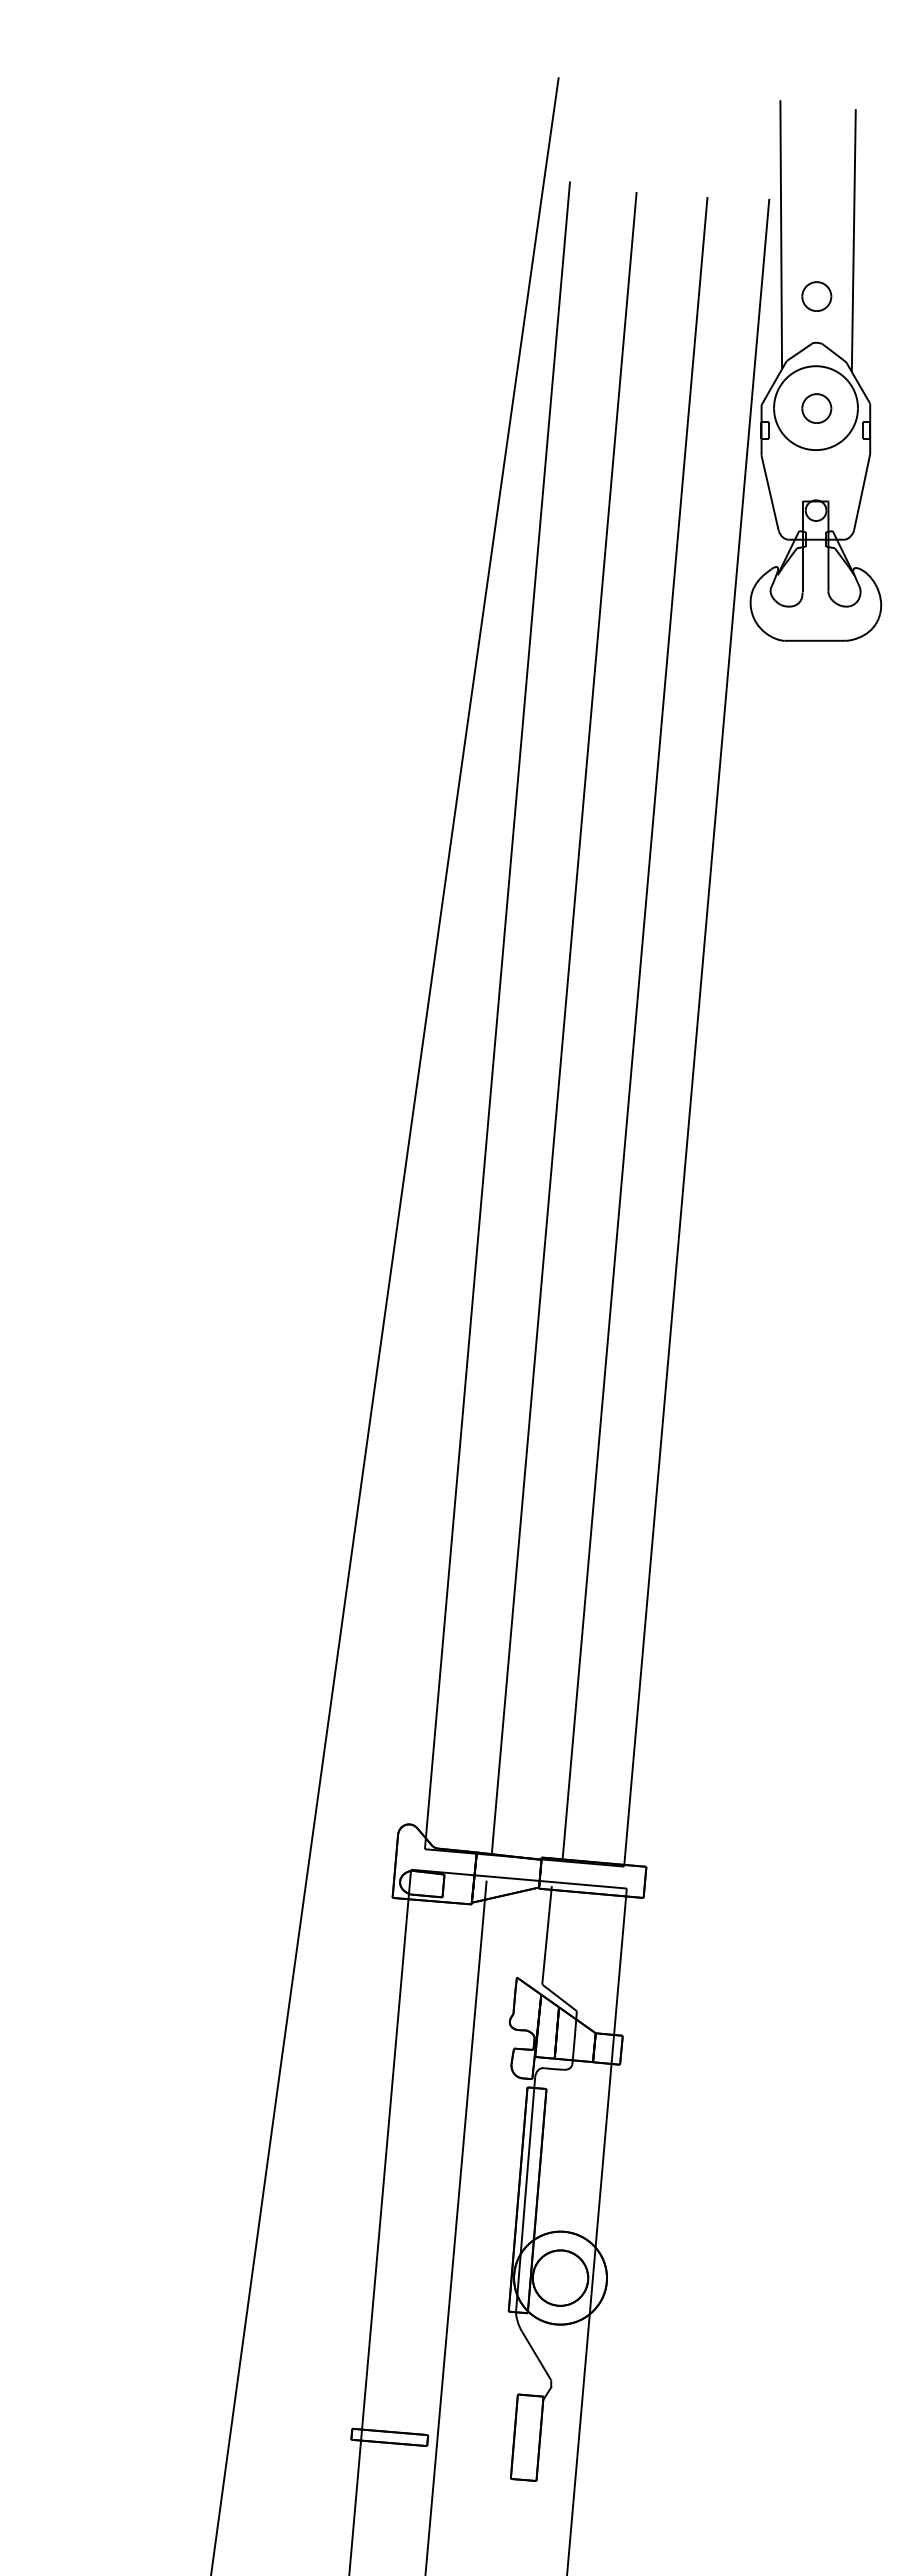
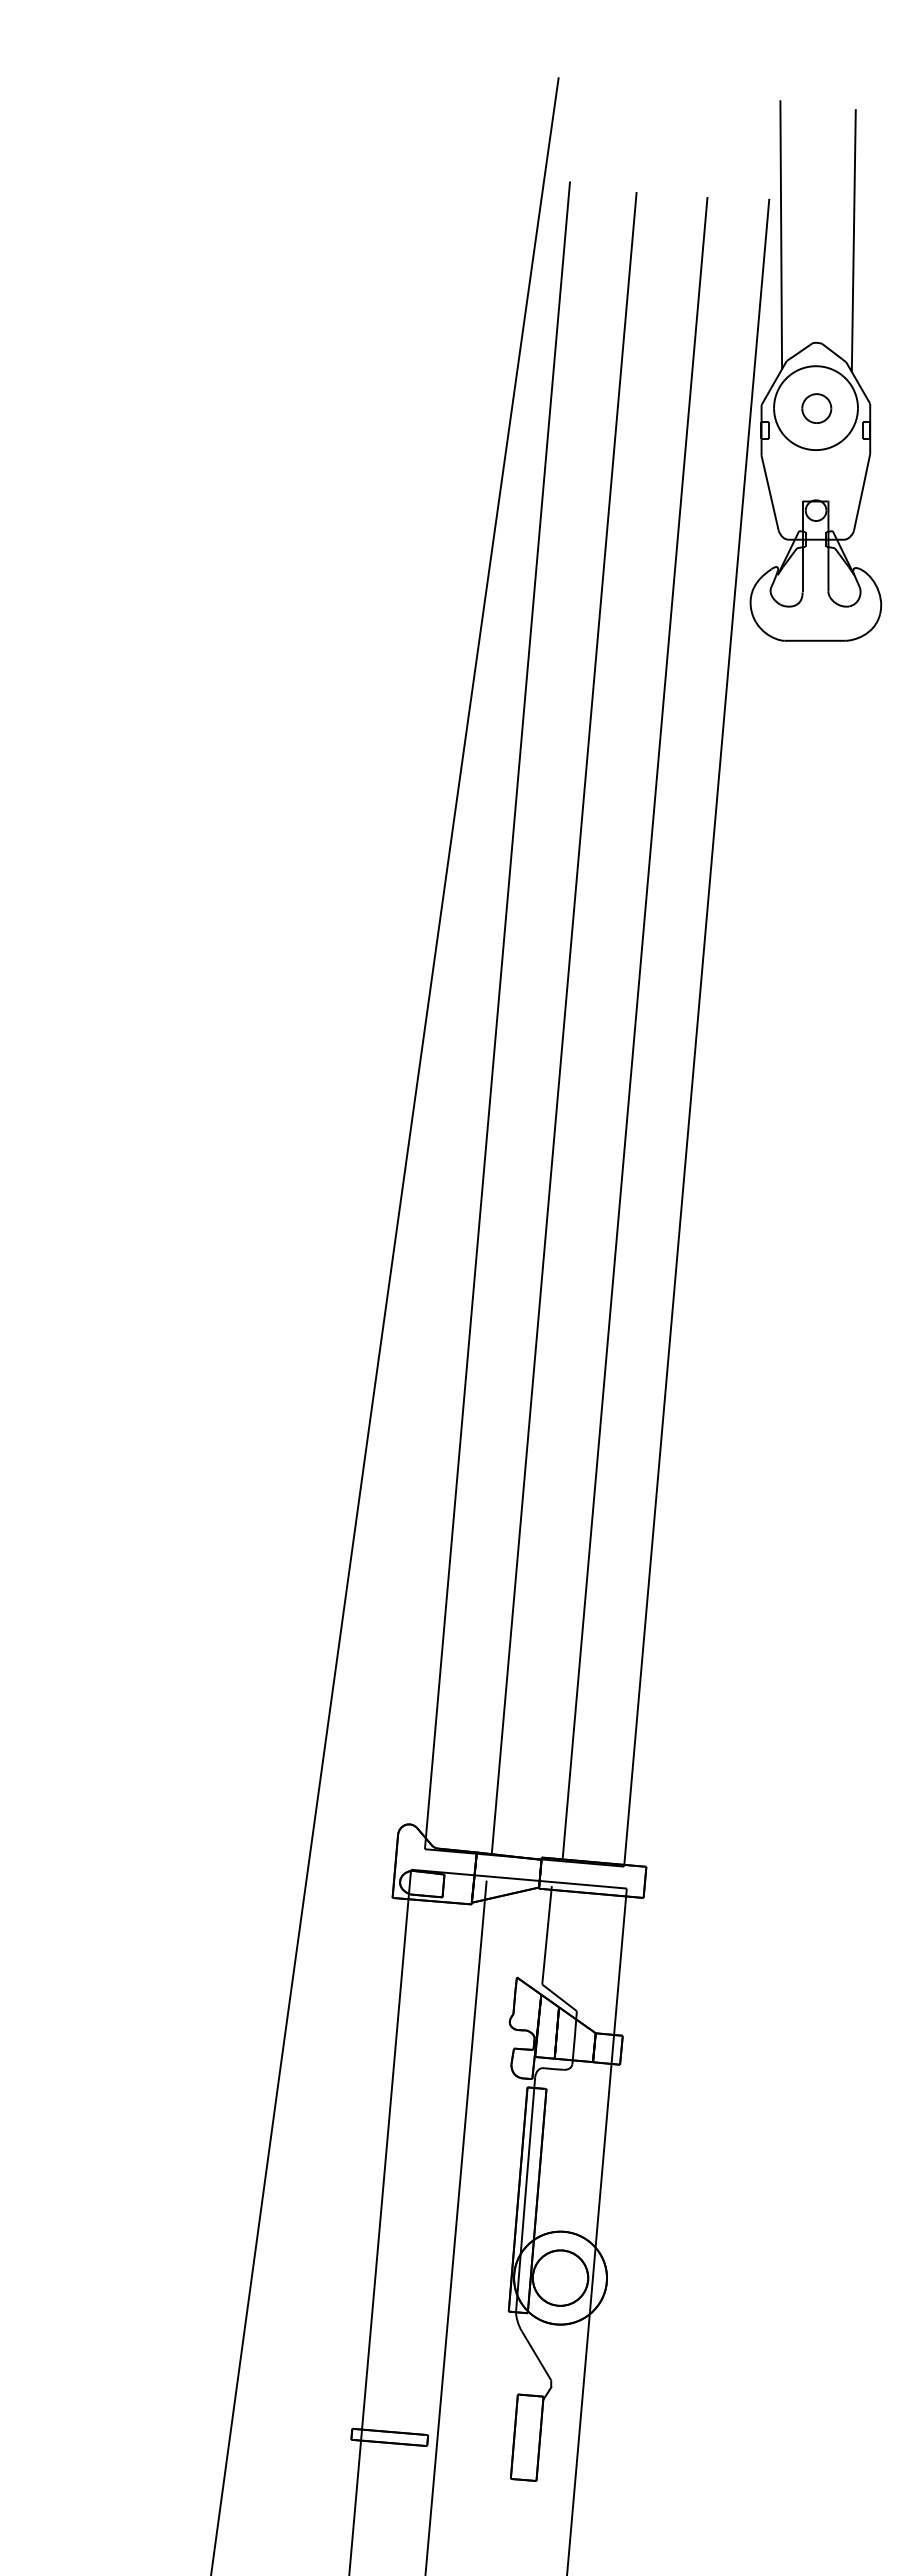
part at (816, 296): present -> none
